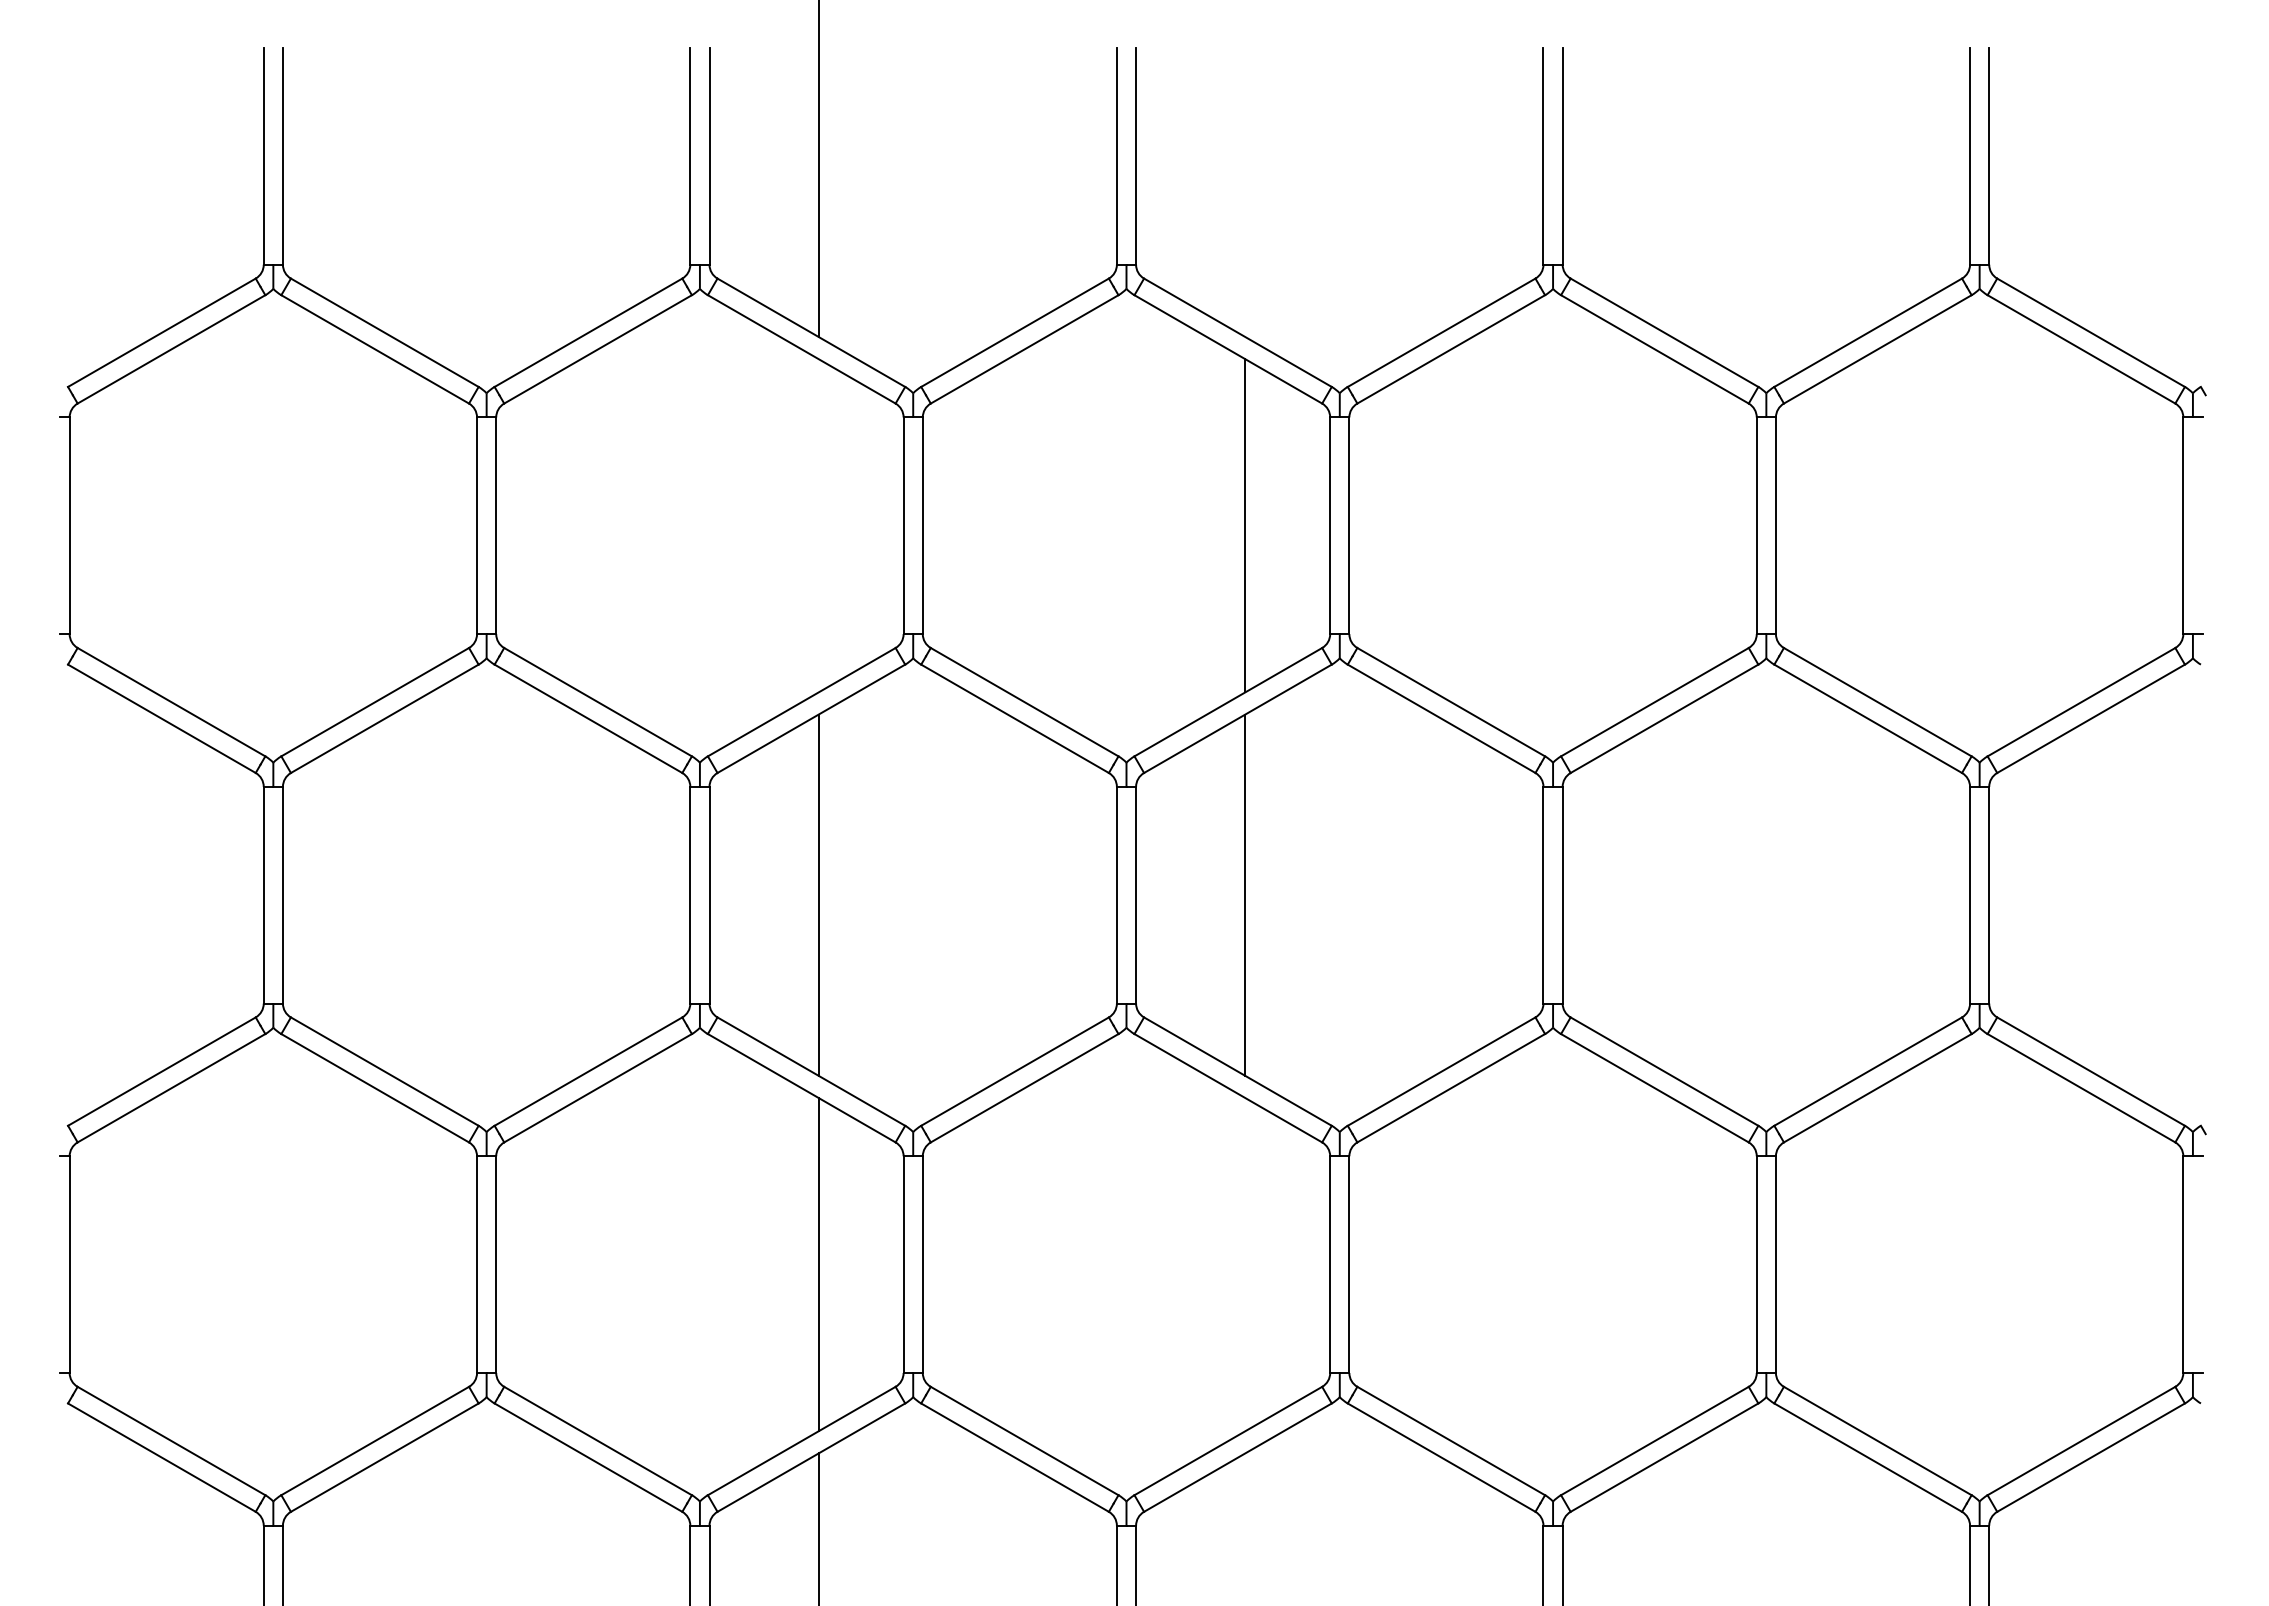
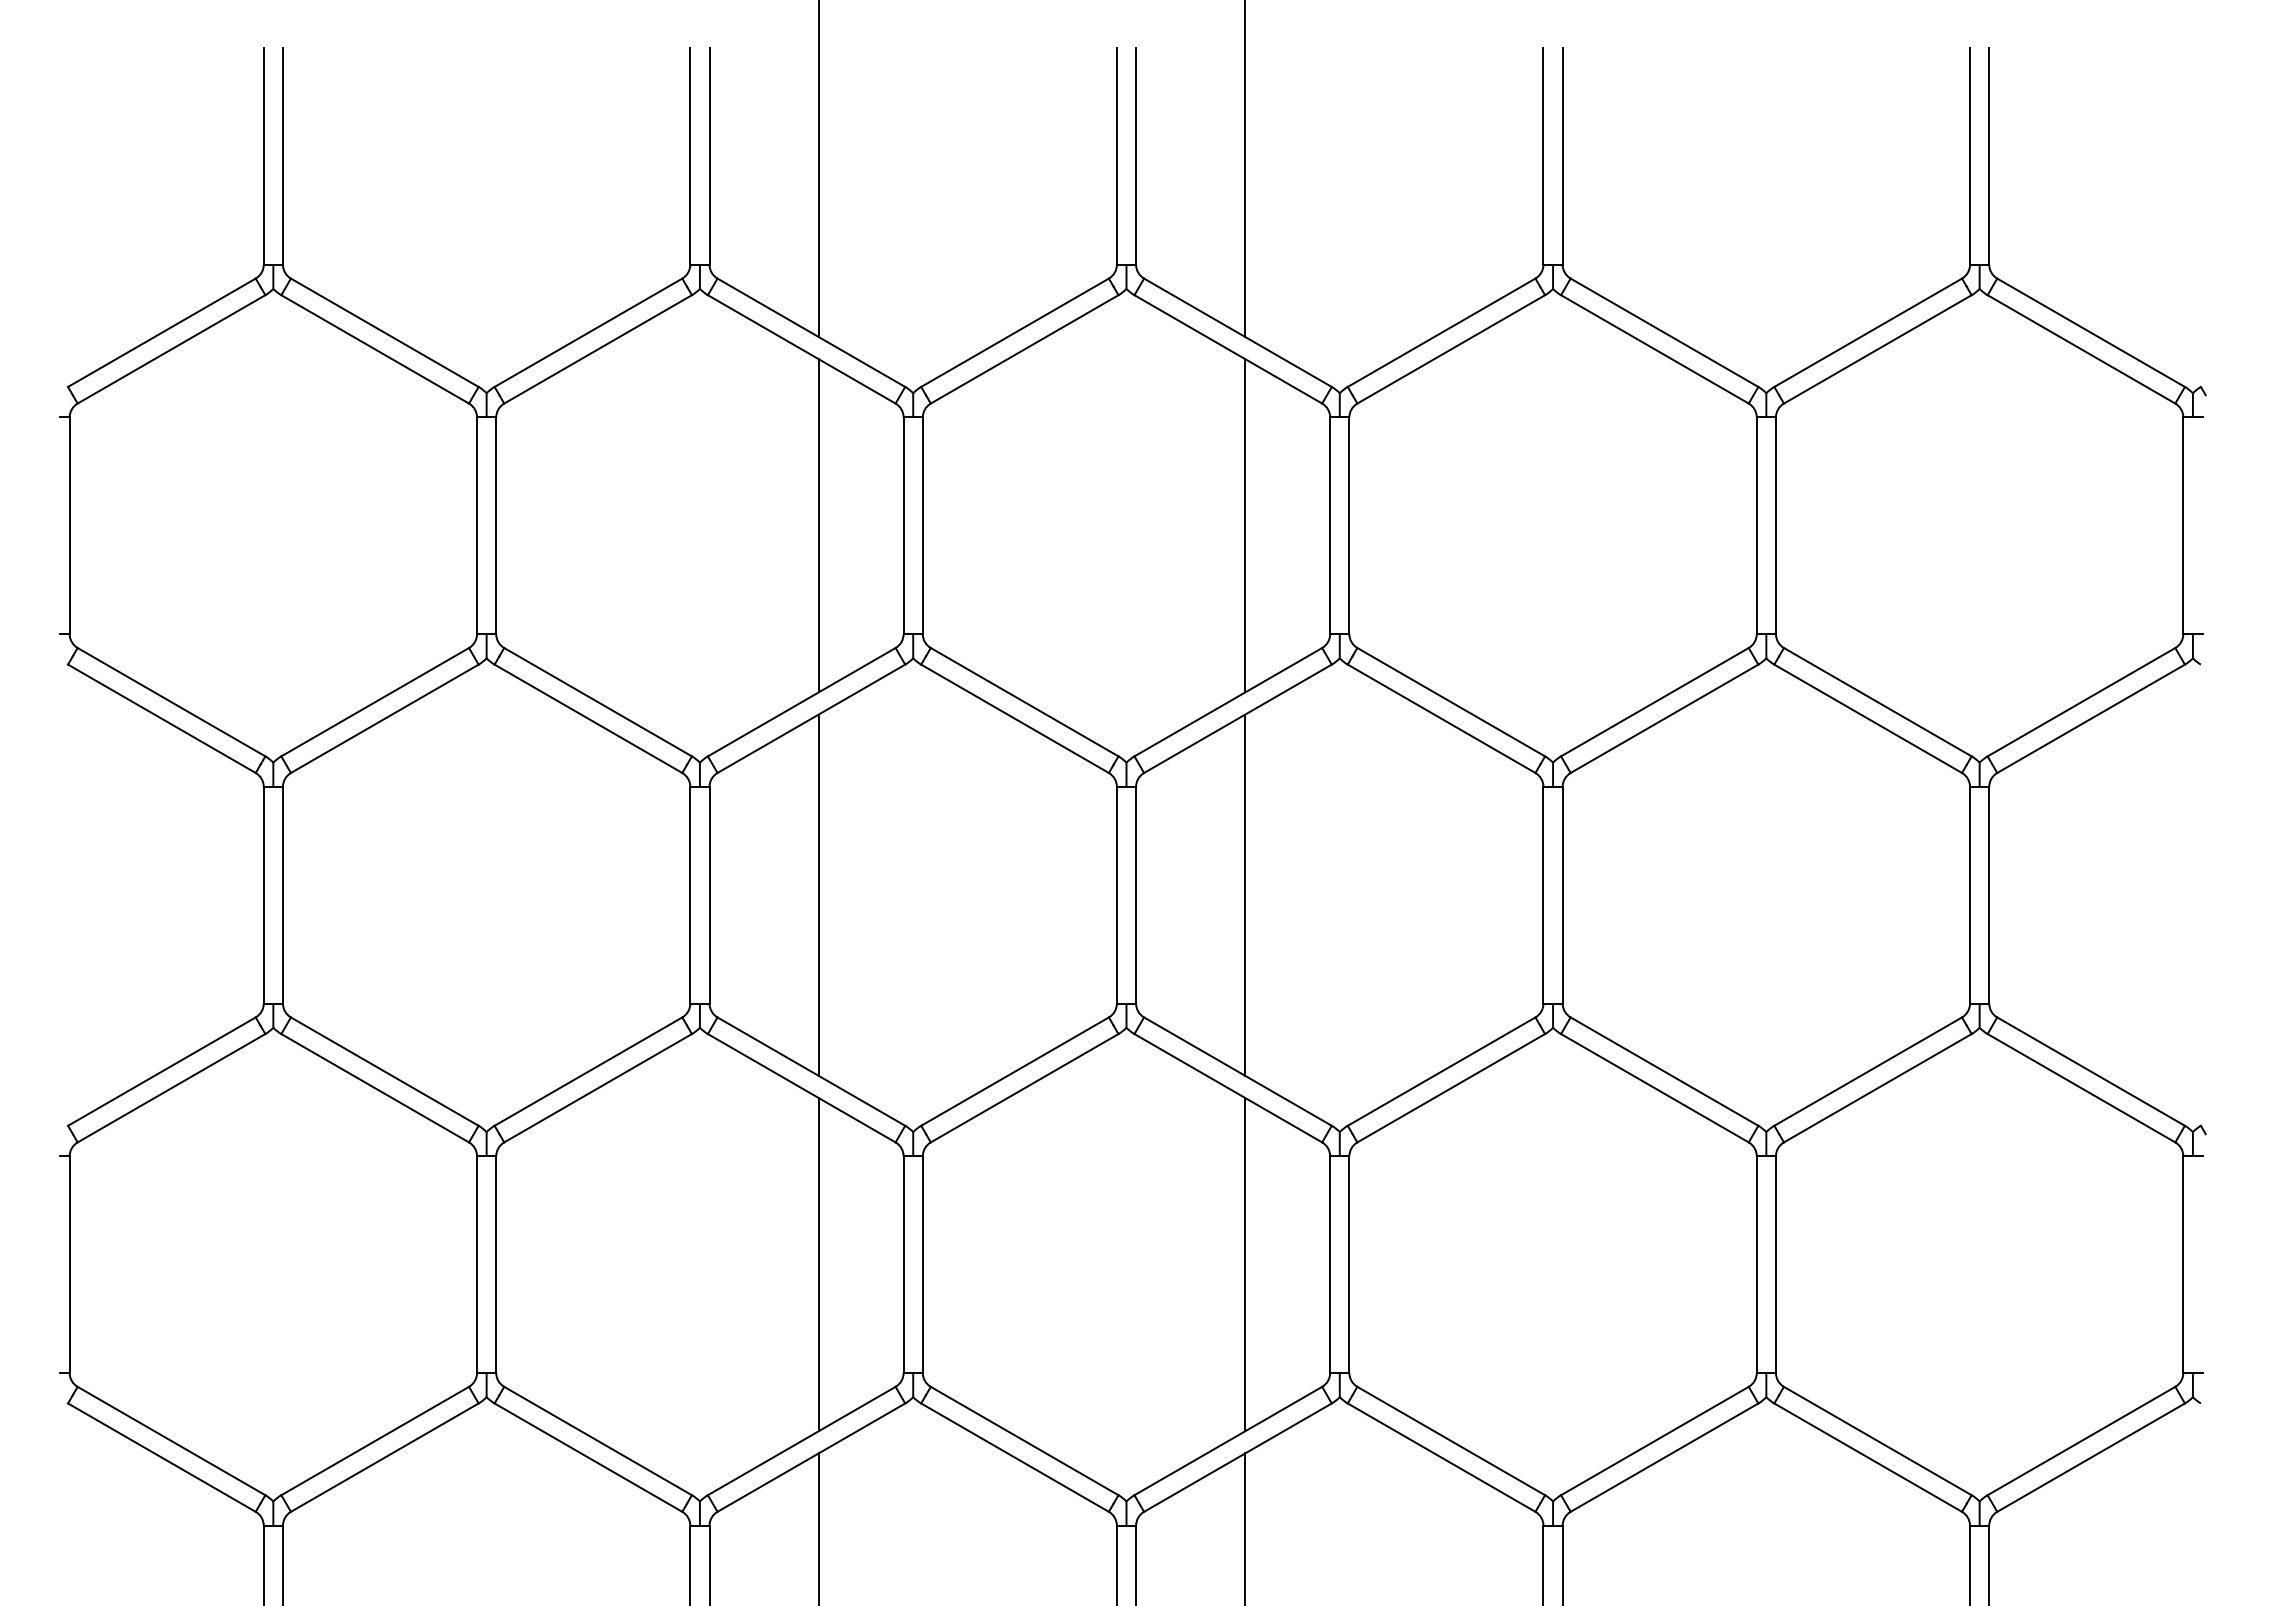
line at (1245, 169): none -> present
line at (818, 525): none -> present
line at (1245, 1264): none -> present
line at (1245, 1527): none -> present
